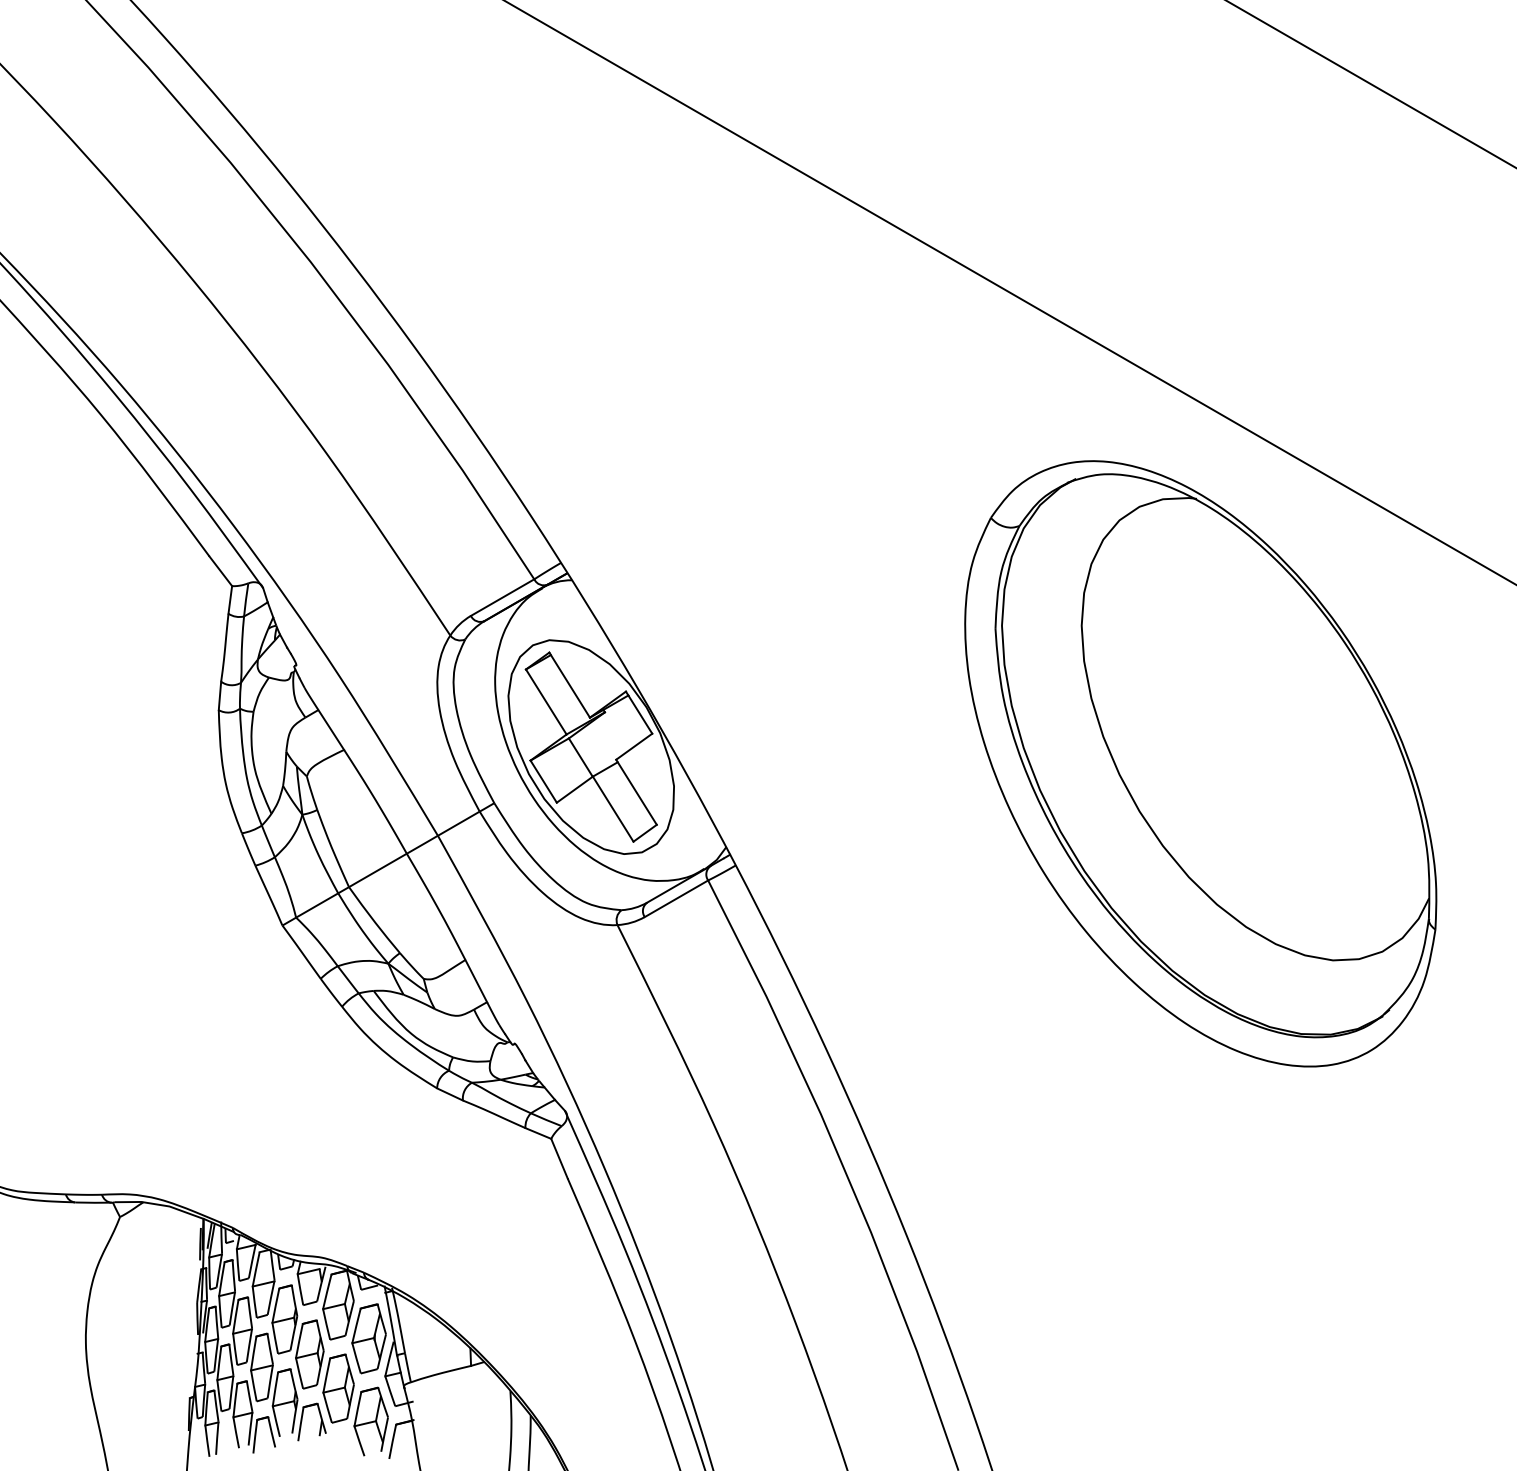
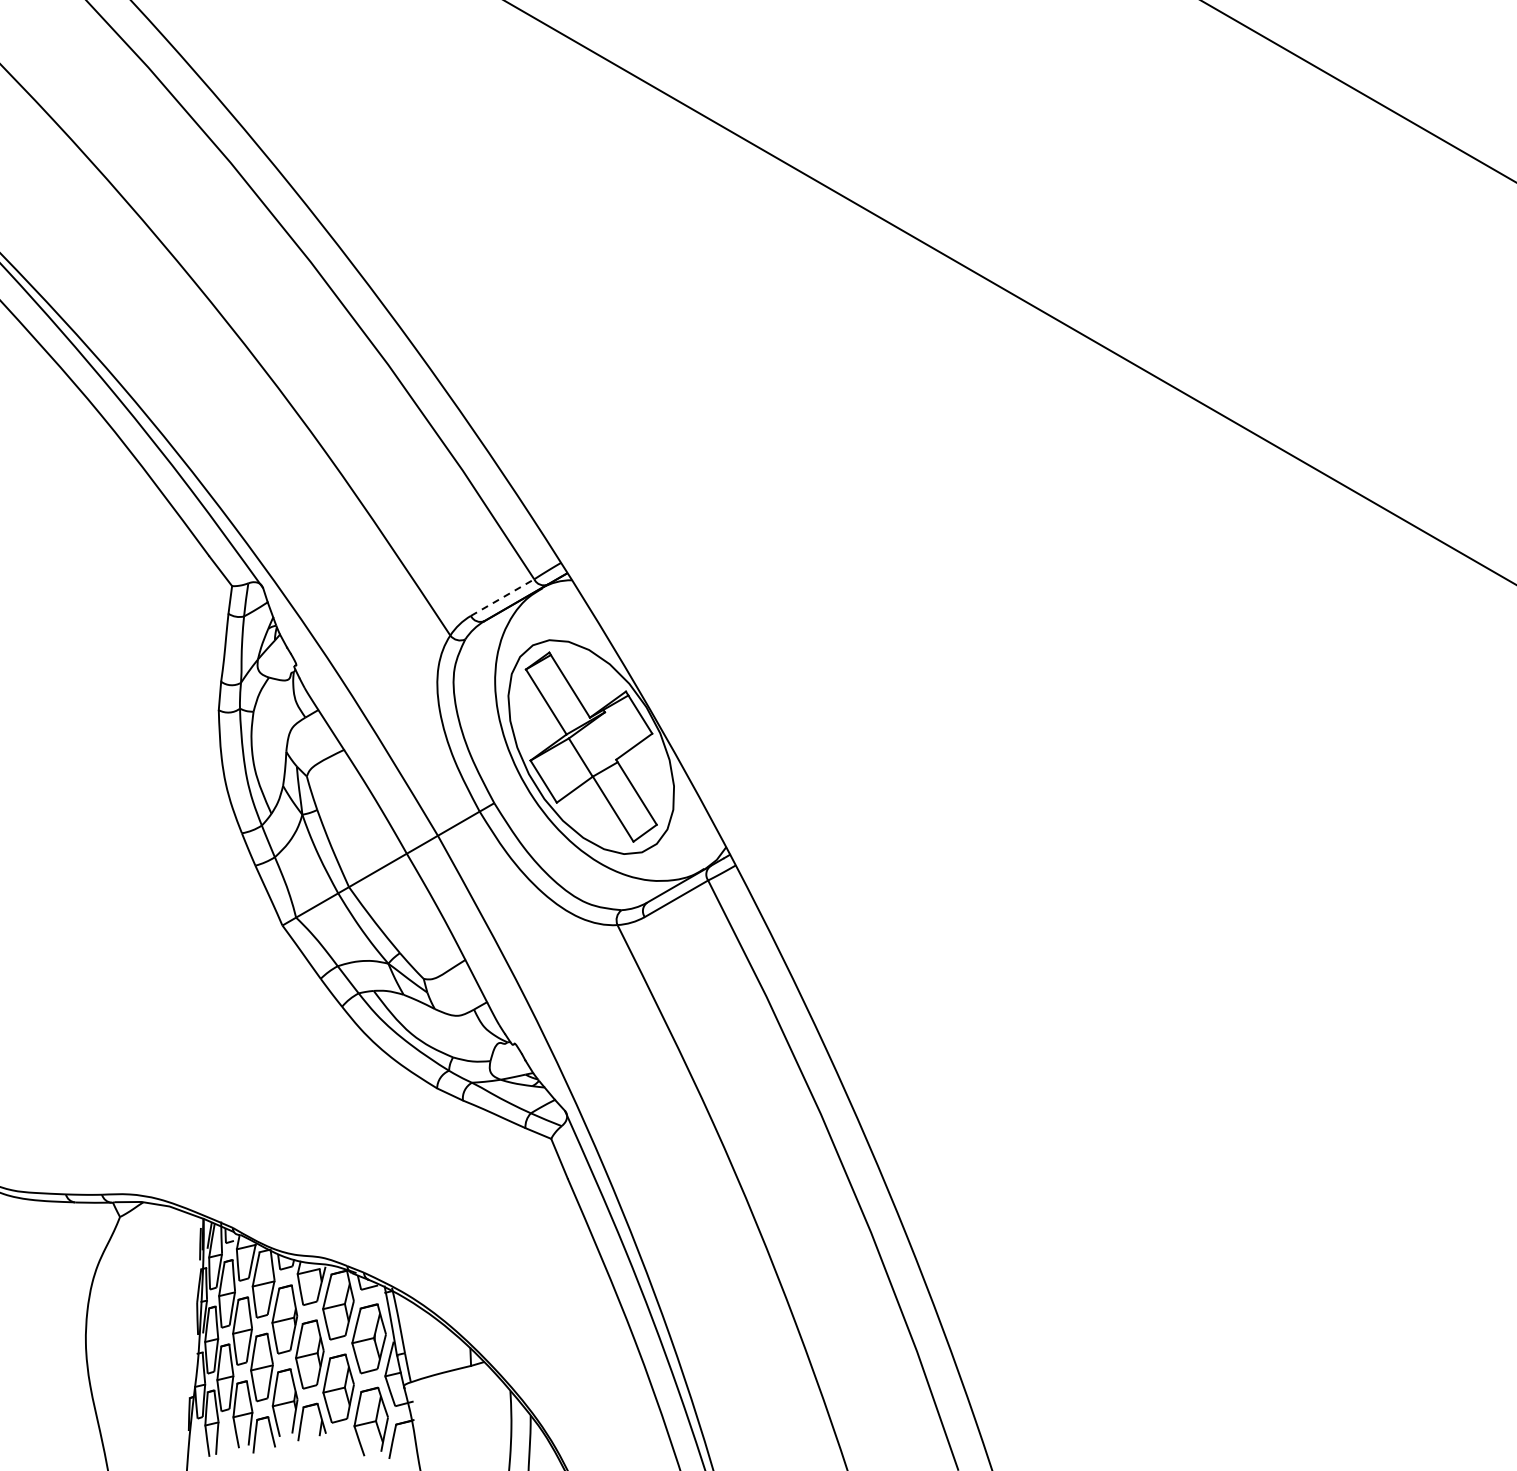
line at (1371, 84) position: (1371, 84) -> (1358, 91)
line at (502, 597): solid -> dashed
part at (1200, 763): present -> none
